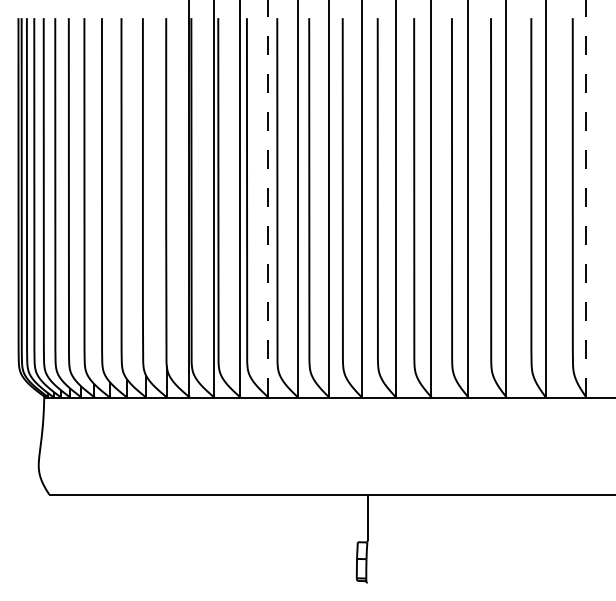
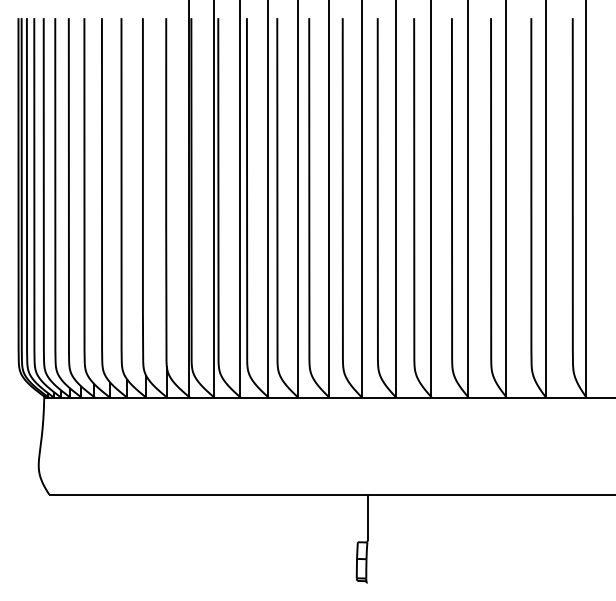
line at (268, 198): dashed -> solid
line at (586, 198): dashed -> solid
